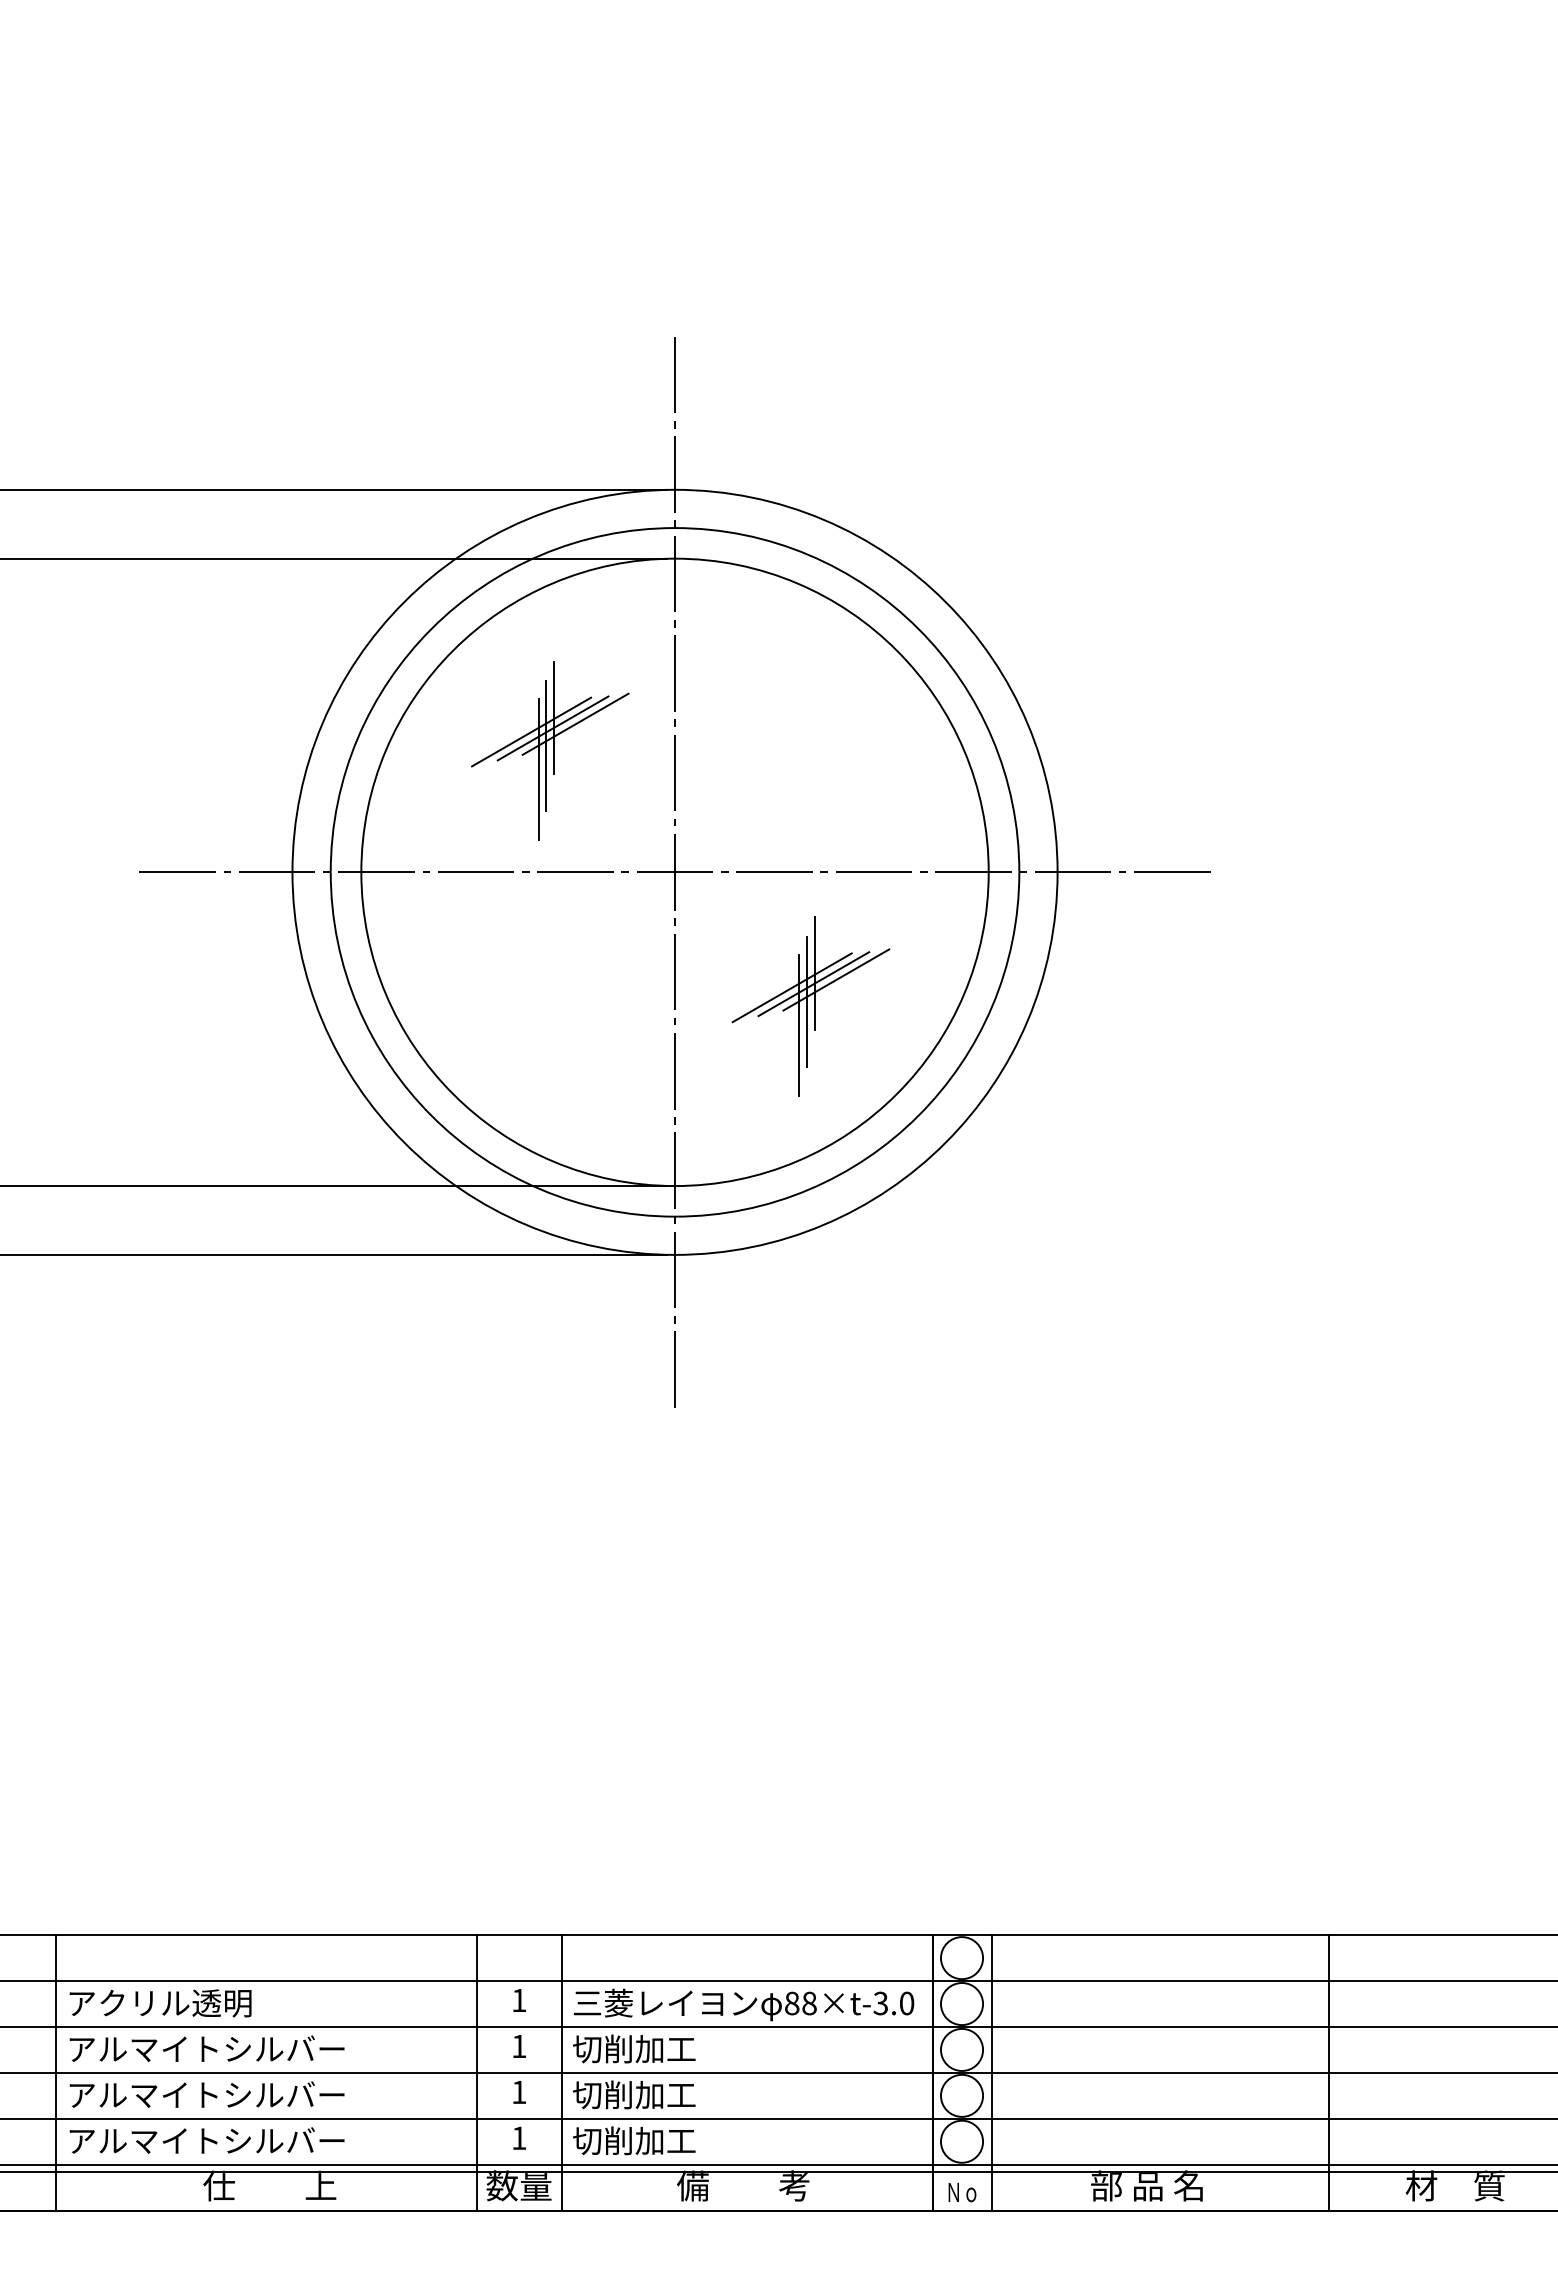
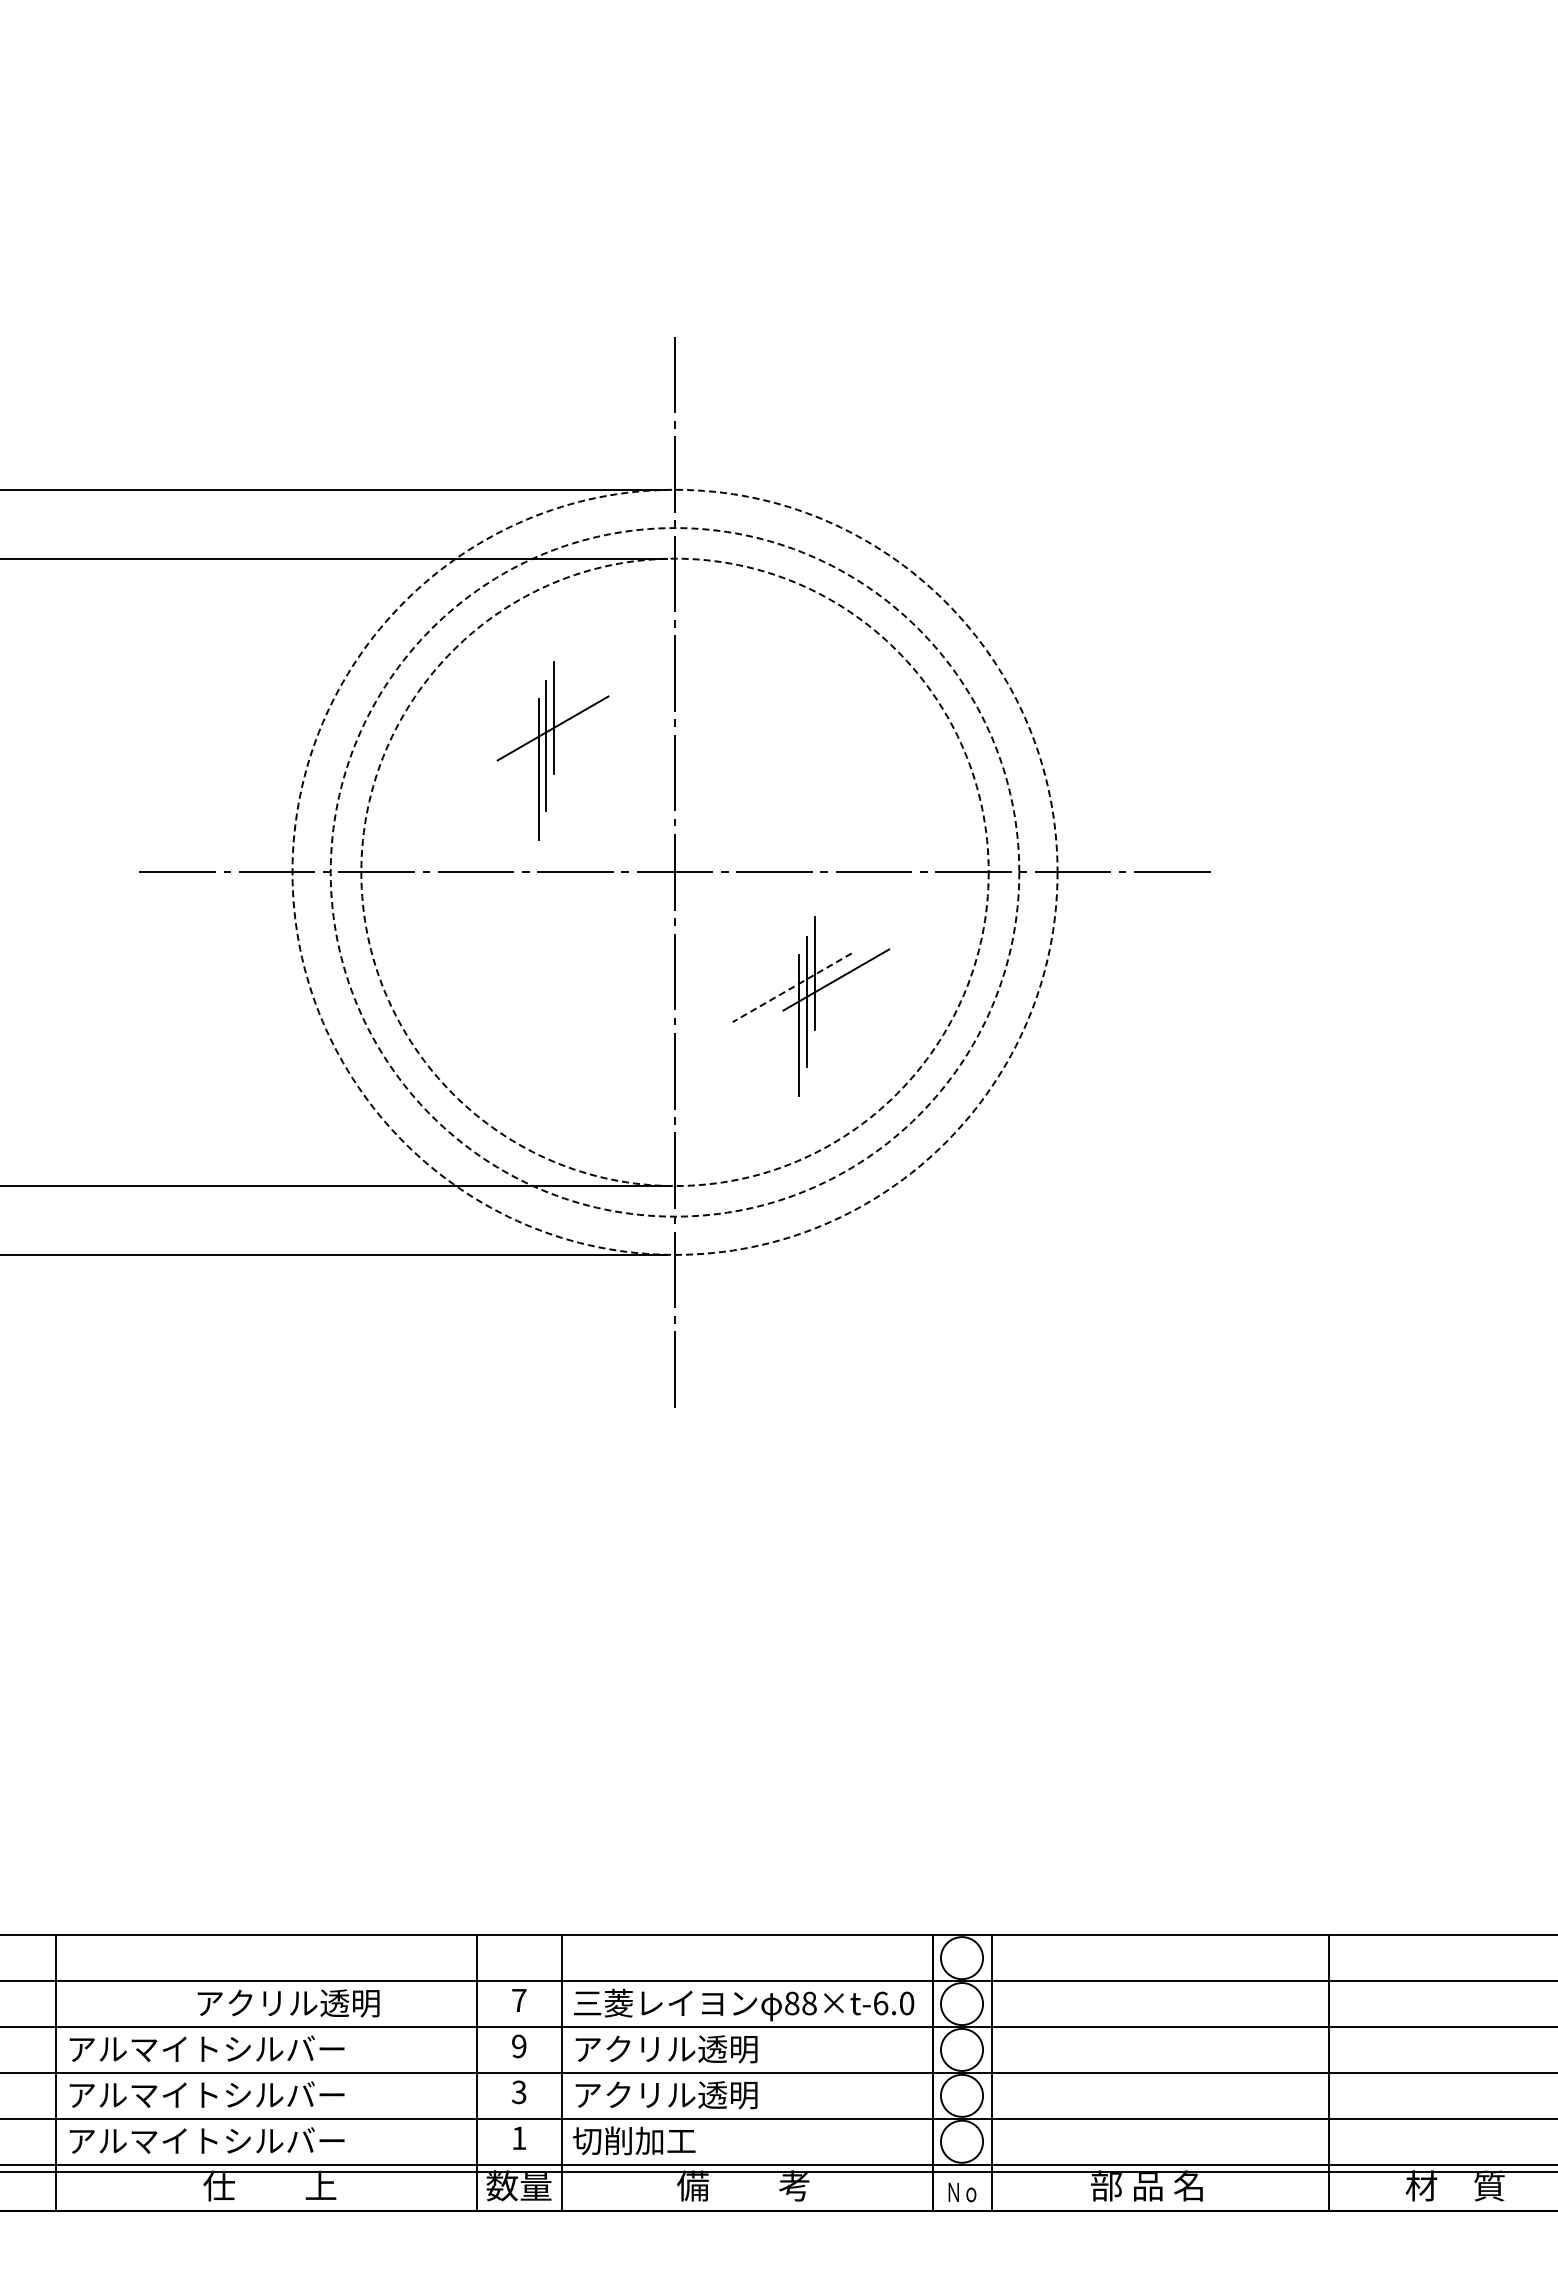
line at (575, 723): present -> none
line at (531, 731): present -> none
circle at (674, 871): solid -> dashed
circle at (674, 872): solid -> dashed
circle at (674, 872): solid -> dashed
line at (813, 984): present -> none
line at (792, 987): solid -> dashed
text at (519, 2000): 1 -> 7
text at (160, 2003) position: (160, 2003) -> (288, 2003)
text at (880, 2003): 88×t-3.0 -> 88×t-6.0
text at (519, 2046): 1 -> 9
text at (665, 2048): 切削加工 -> アクリル透明
text at (518, 2092): 1 -> 3
text at (665, 2094): 切削加工 -> アクリル透明
